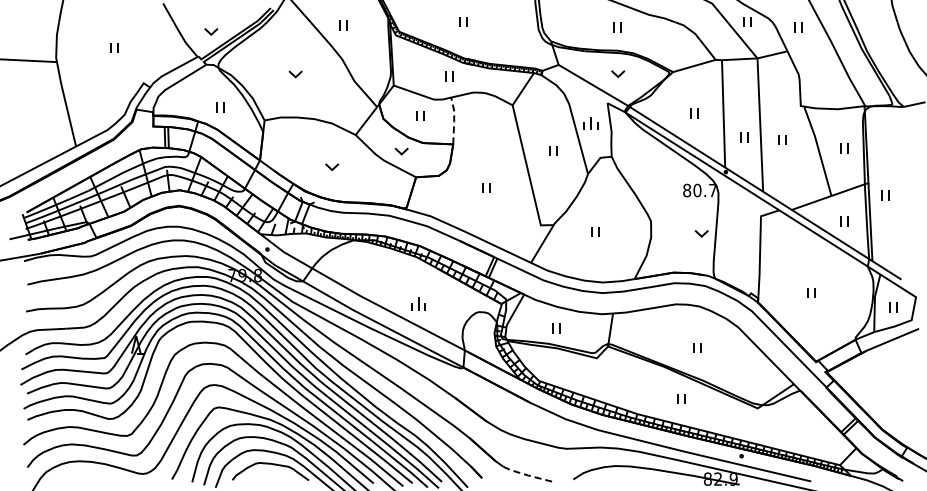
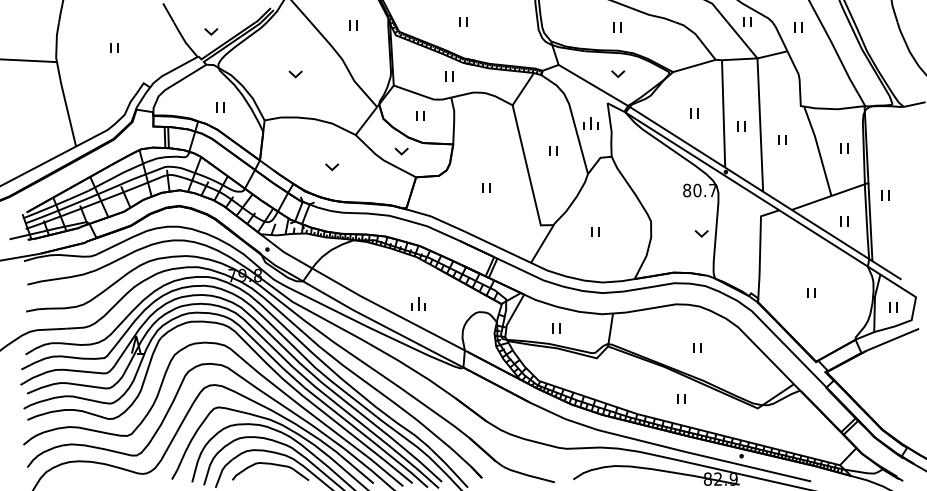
part at (343, 25) position: (343, 25) -> (353, 25)
line at (454, 120): dashed -> solid
part at (744, 137) position: (744, 137) -> (741, 126)
line at (528, 475): dashed -> solid
